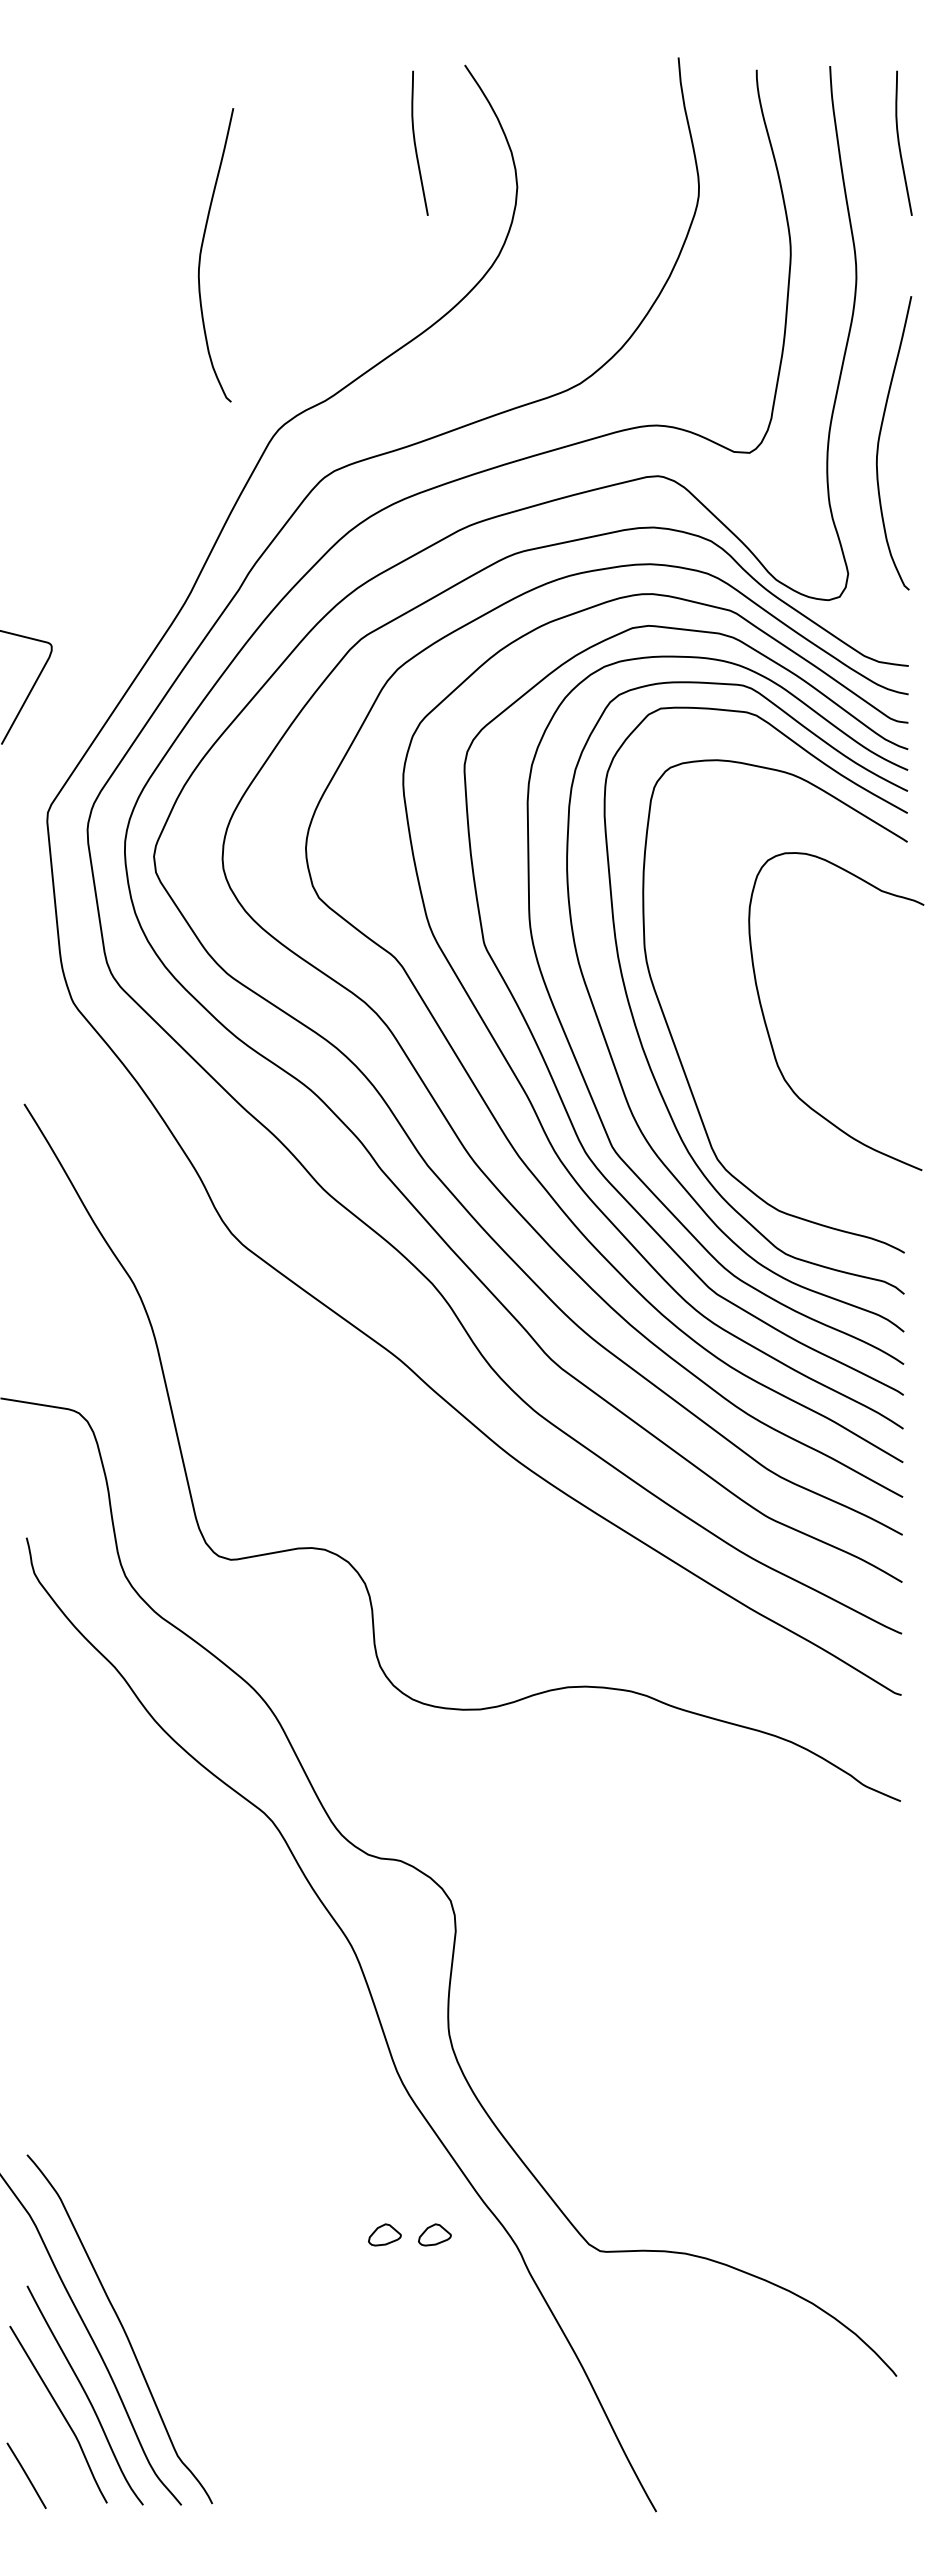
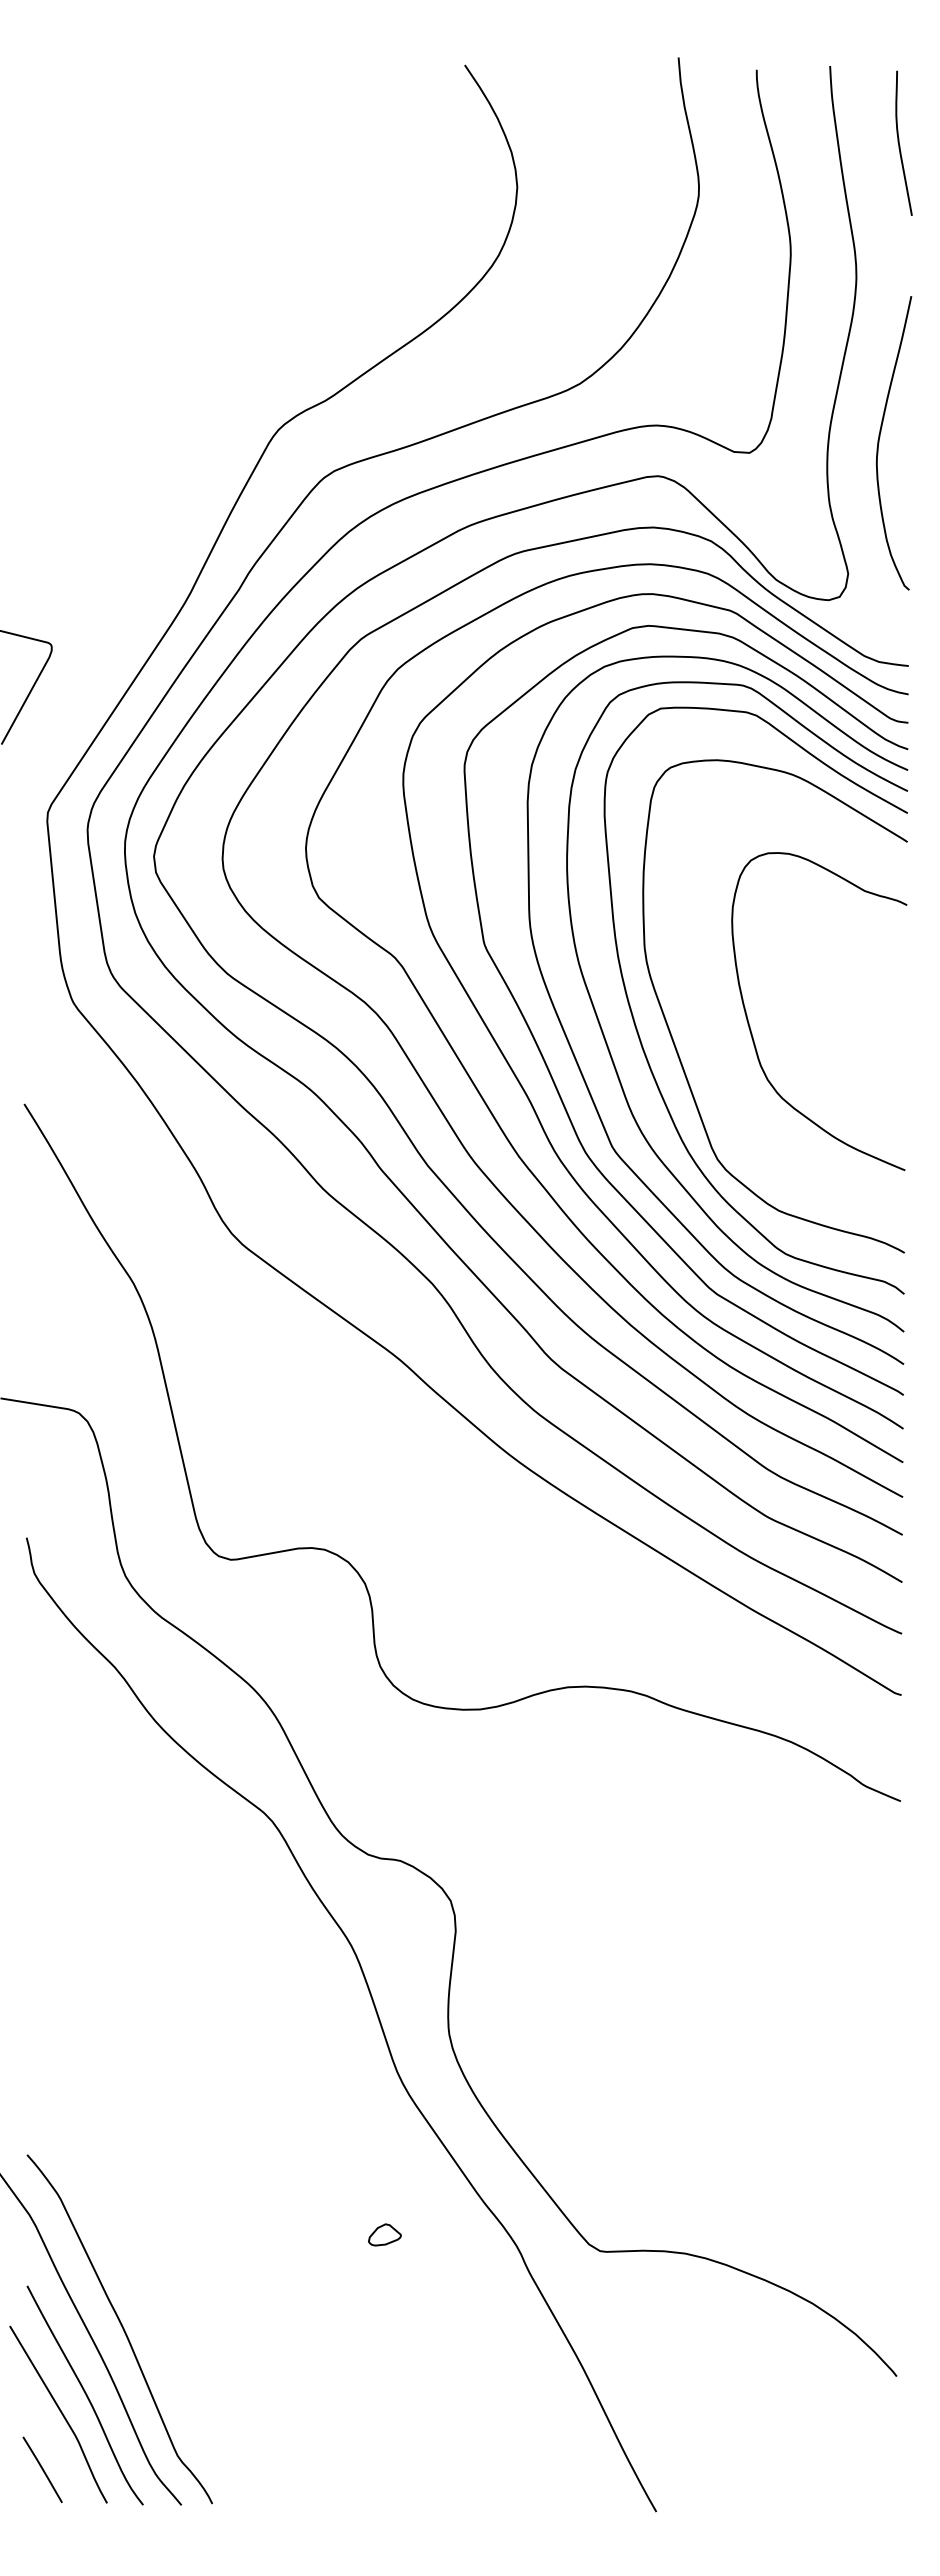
curve at (415, 142): present -> none
curve at (201, 255): present -> none
curve at (768, 1029) position: (768, 1029) -> (751, 1029)
part at (434, 2234): present -> none
line at (26, 2475) position: (26, 2475) -> (42, 2469)
